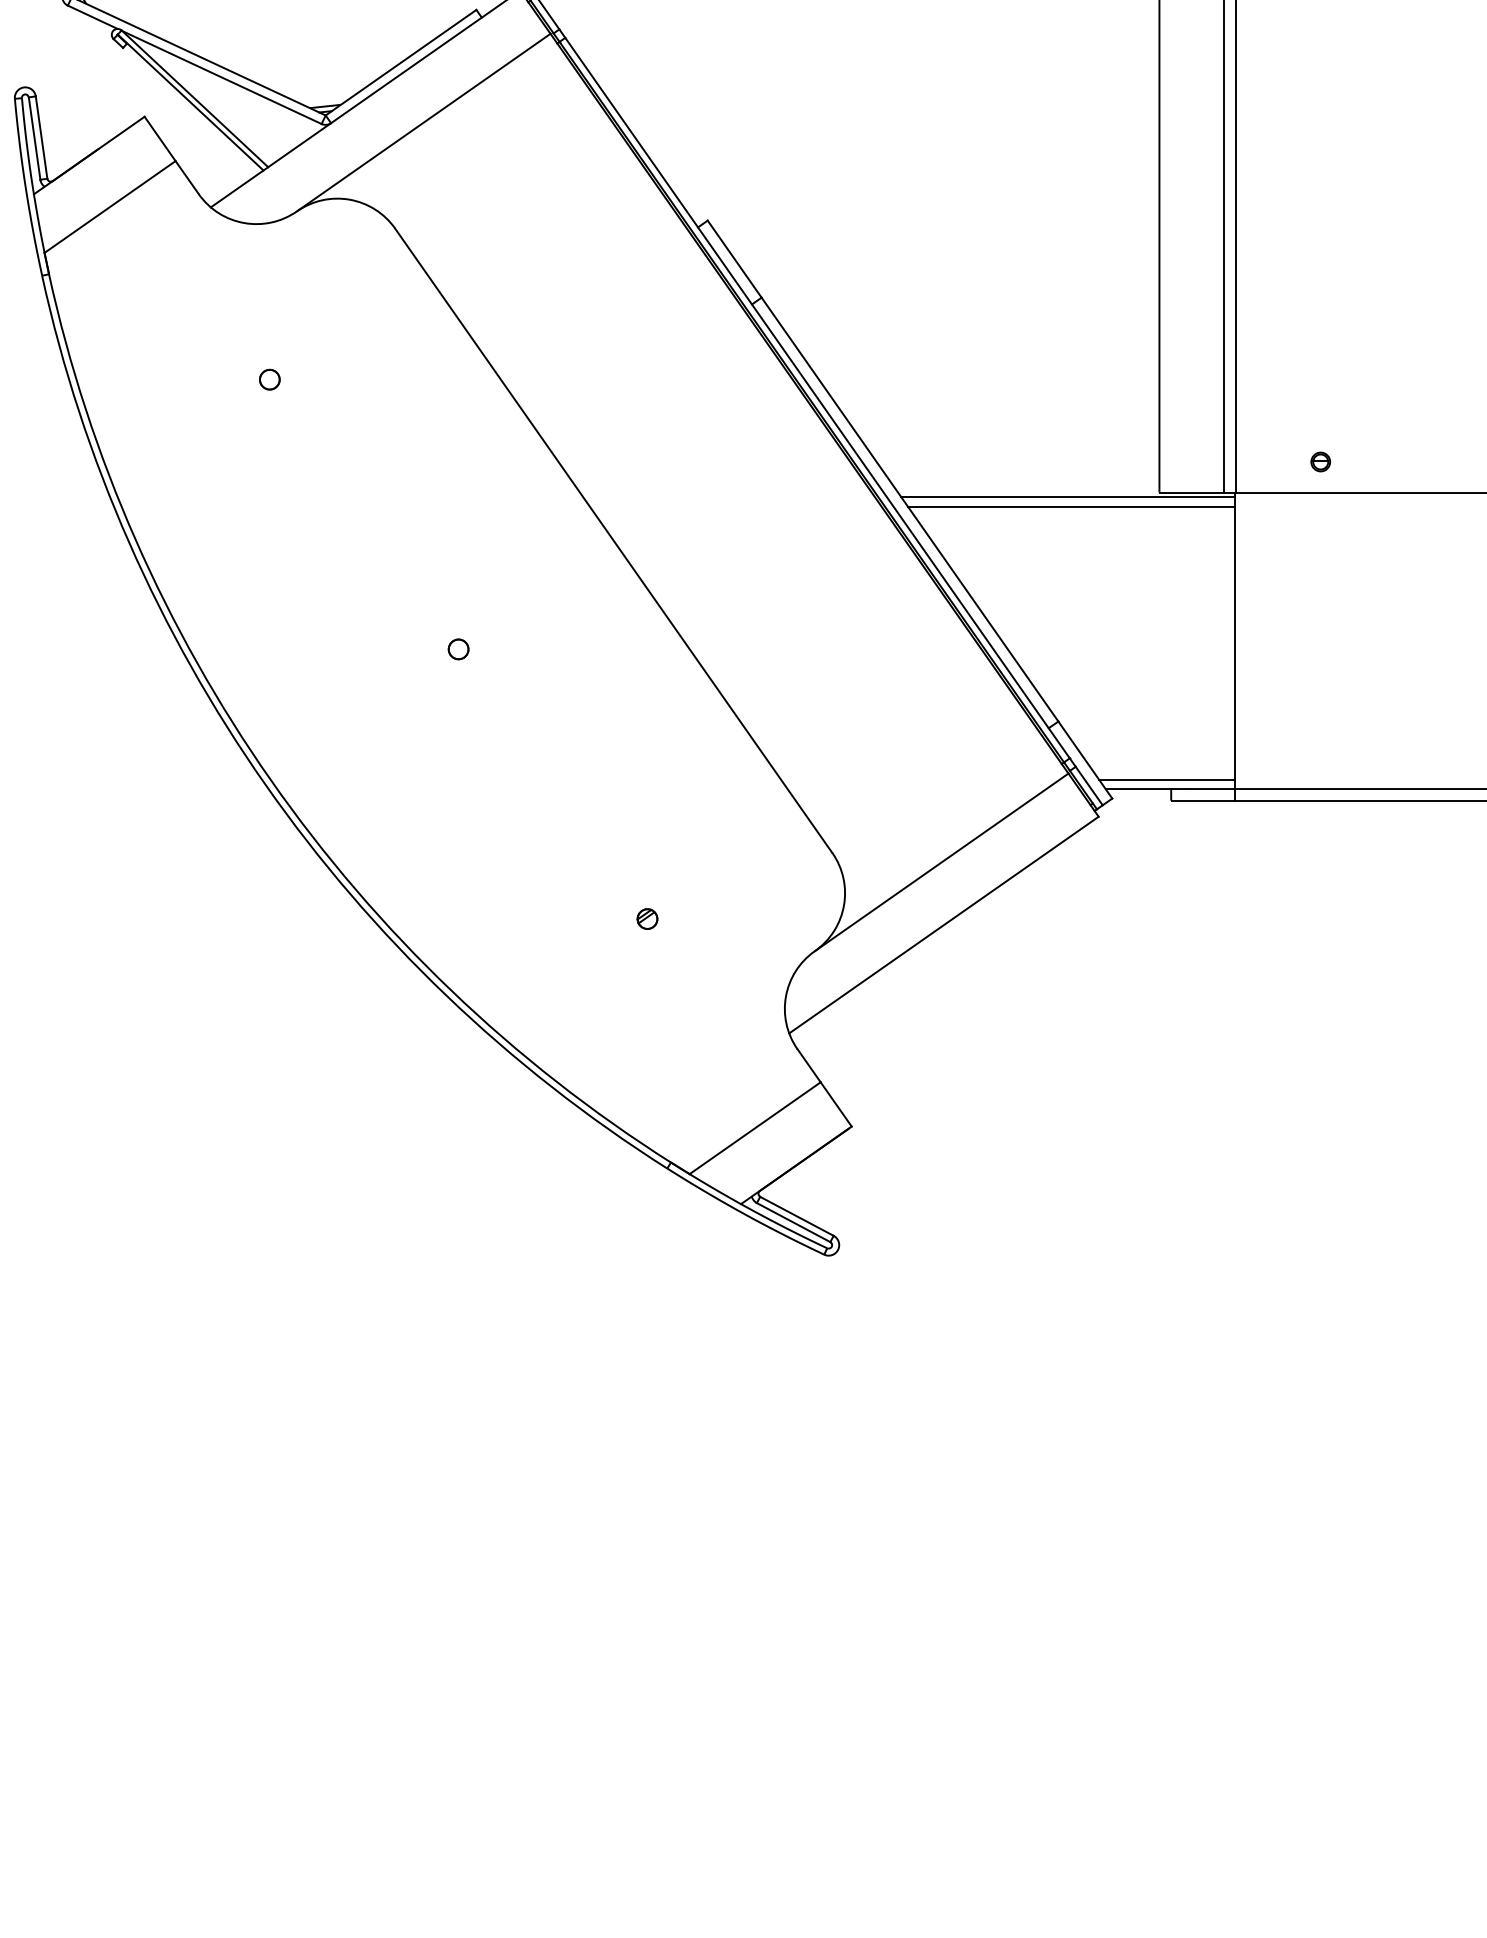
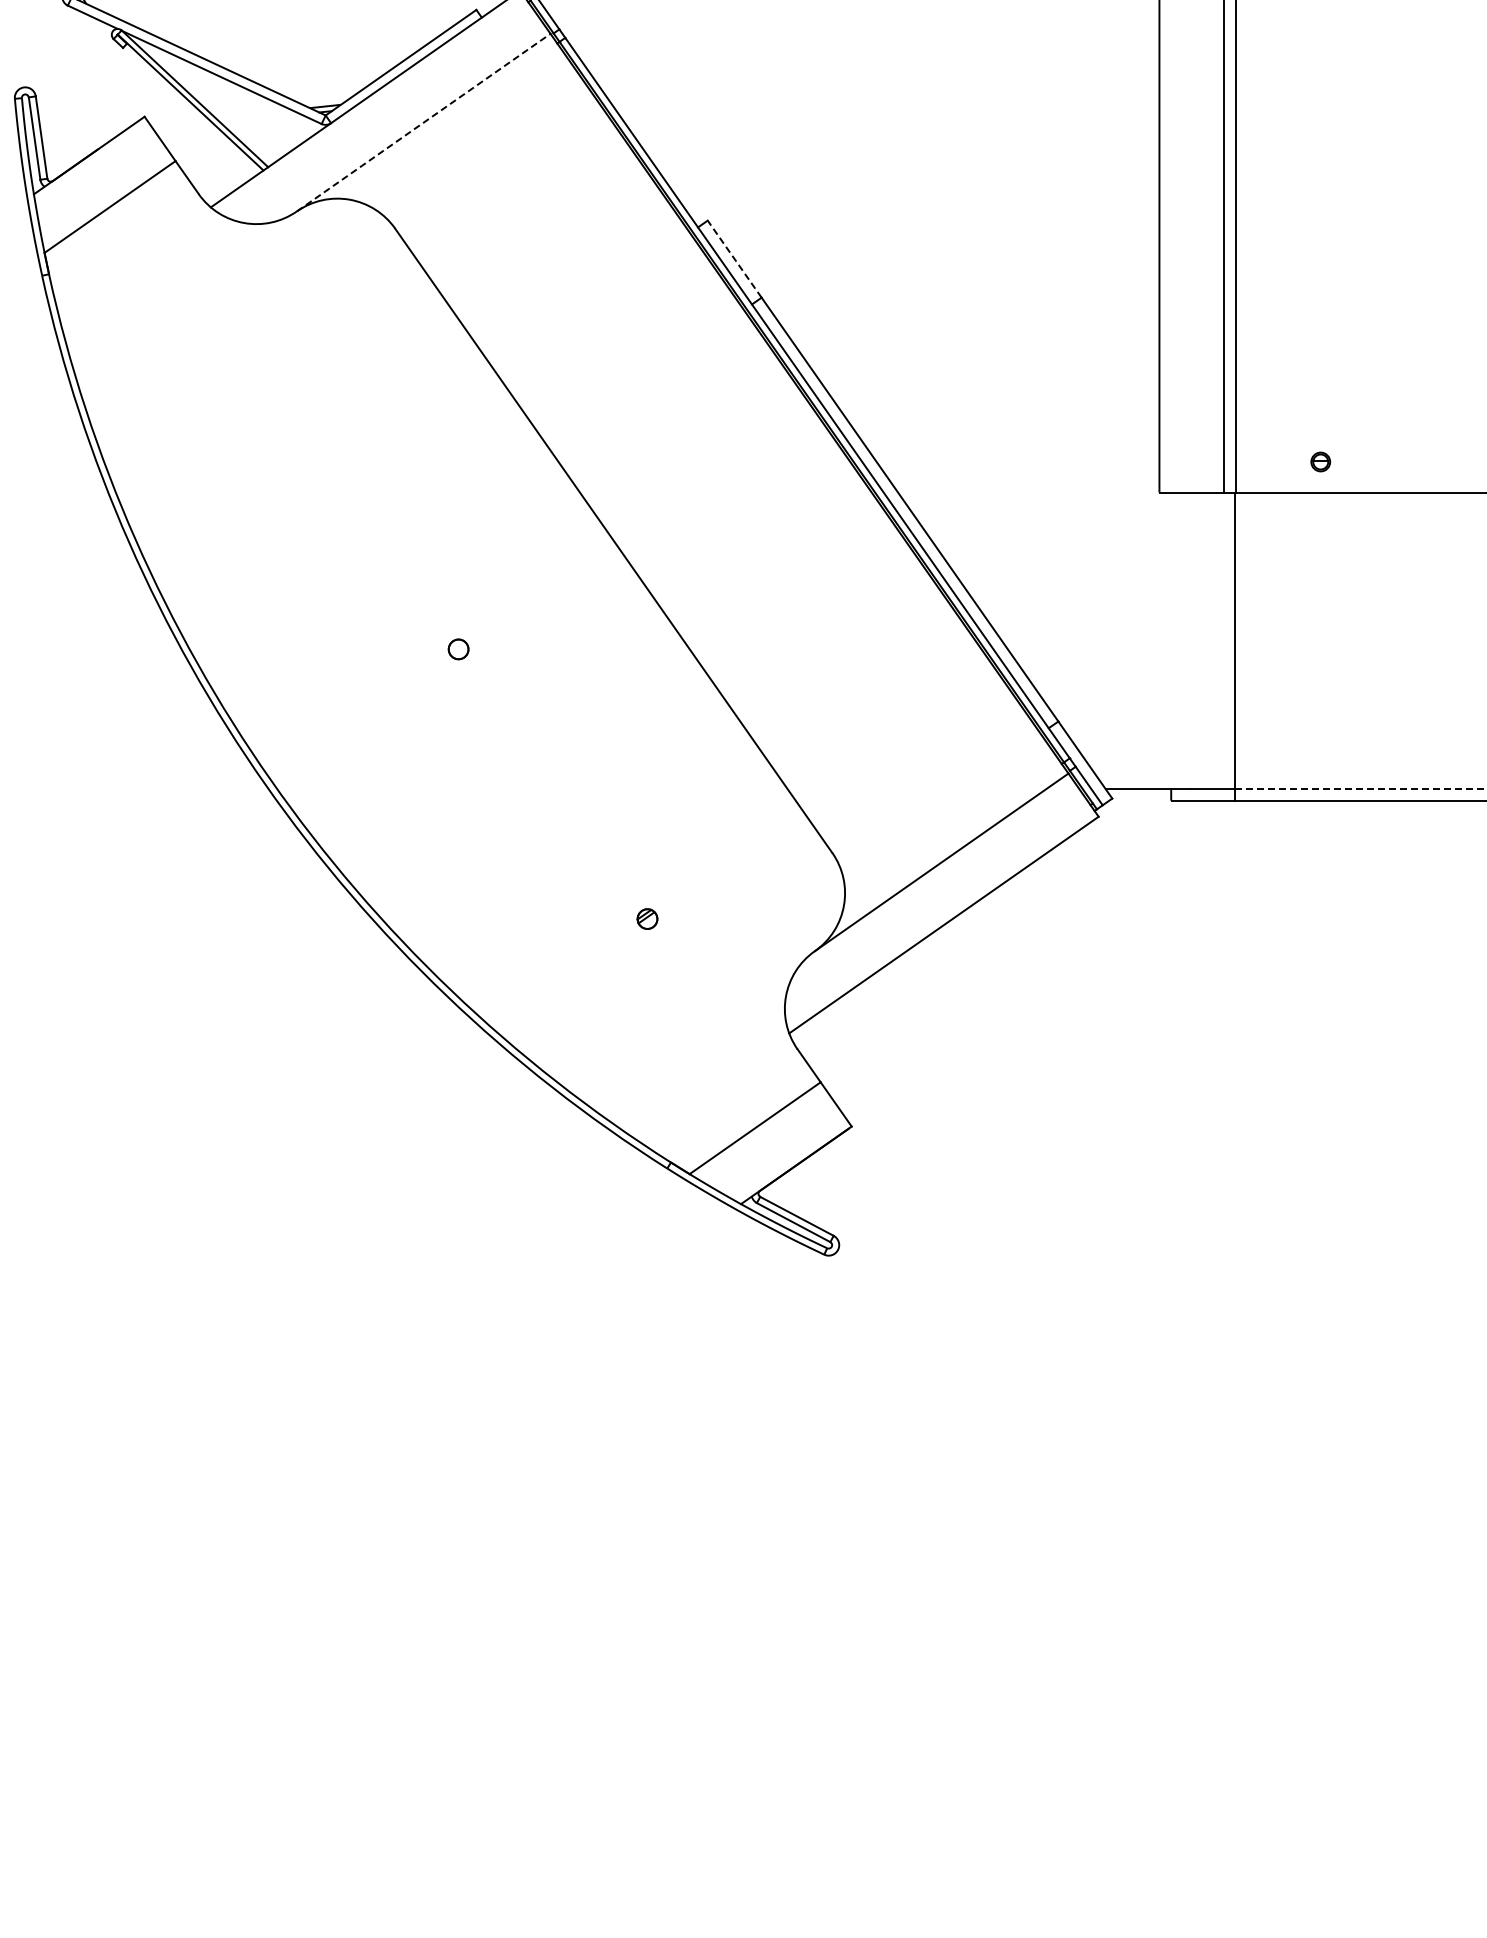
line at (423, 122): solid -> dashed
line at (734, 258): solid -> dashed
part at (269, 379): present -> none
line at (1068, 497): present -> none
line at (1071, 506): present -> none
line at (1167, 779): present -> none
line at (1361, 788): solid -> dashed
